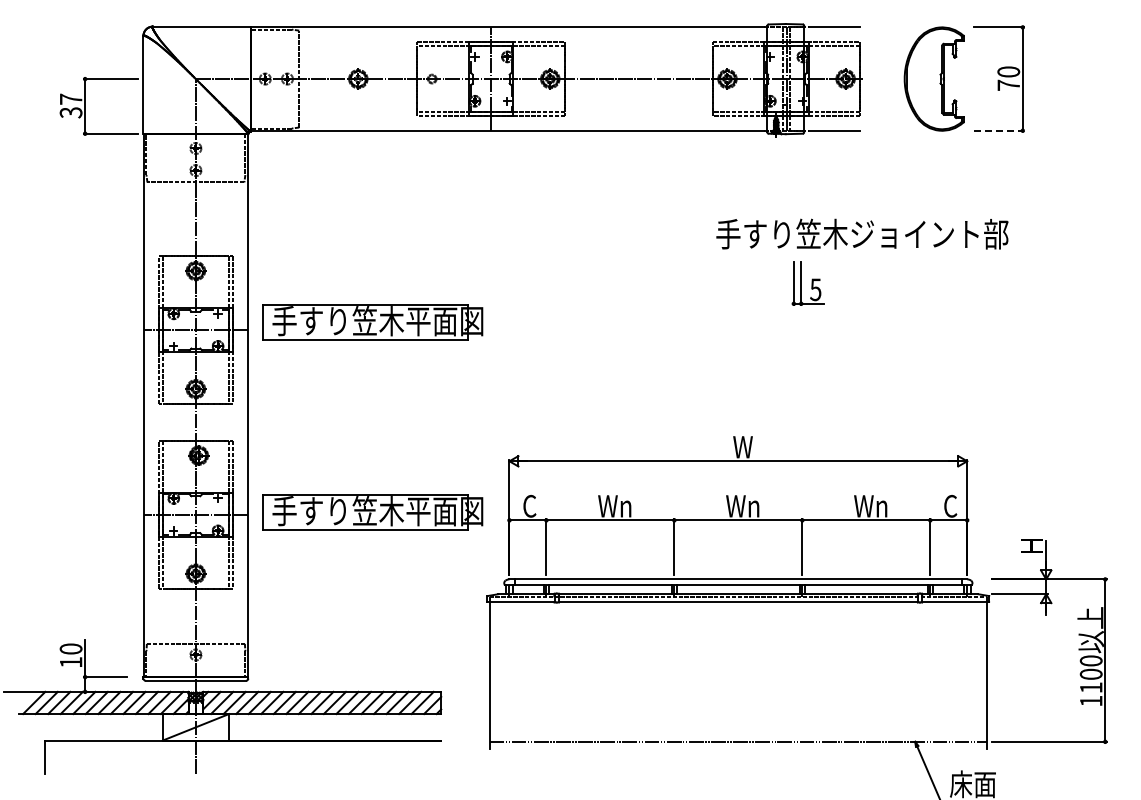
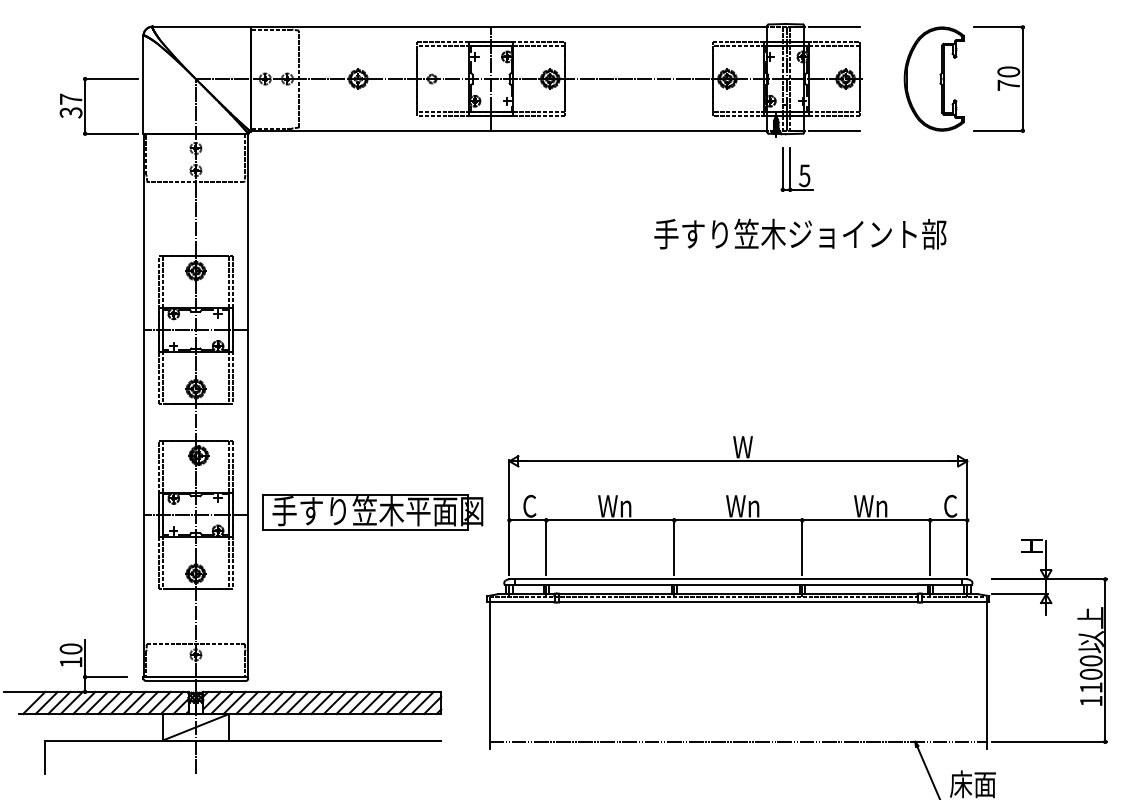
line at (999, 130): dashed -> solid
text at (862, 233) position: (862, 233) -> (800, 233)
part at (807, 283) position: (807, 283) -> (796, 169)
part at (372, 322): present -> none
